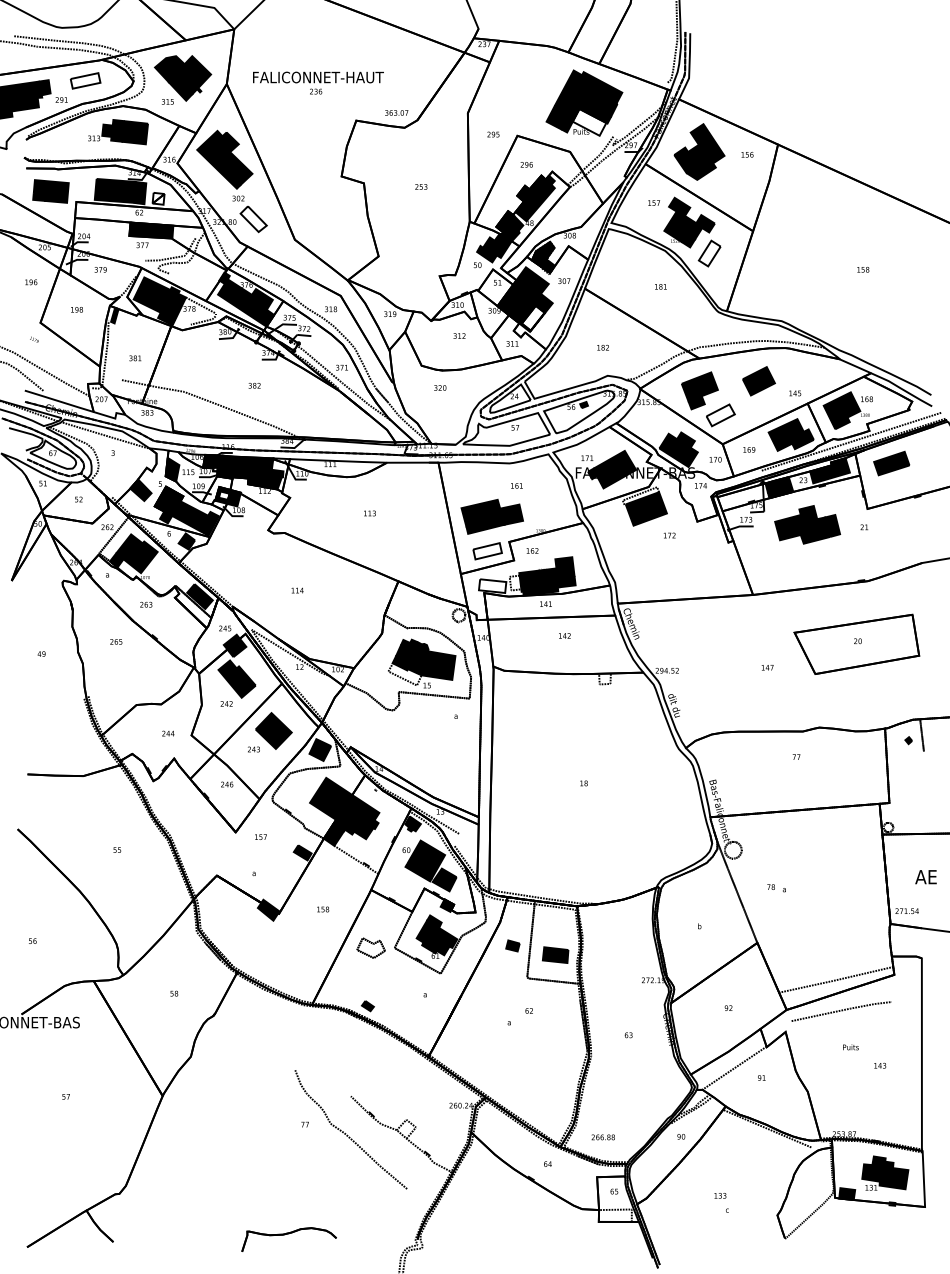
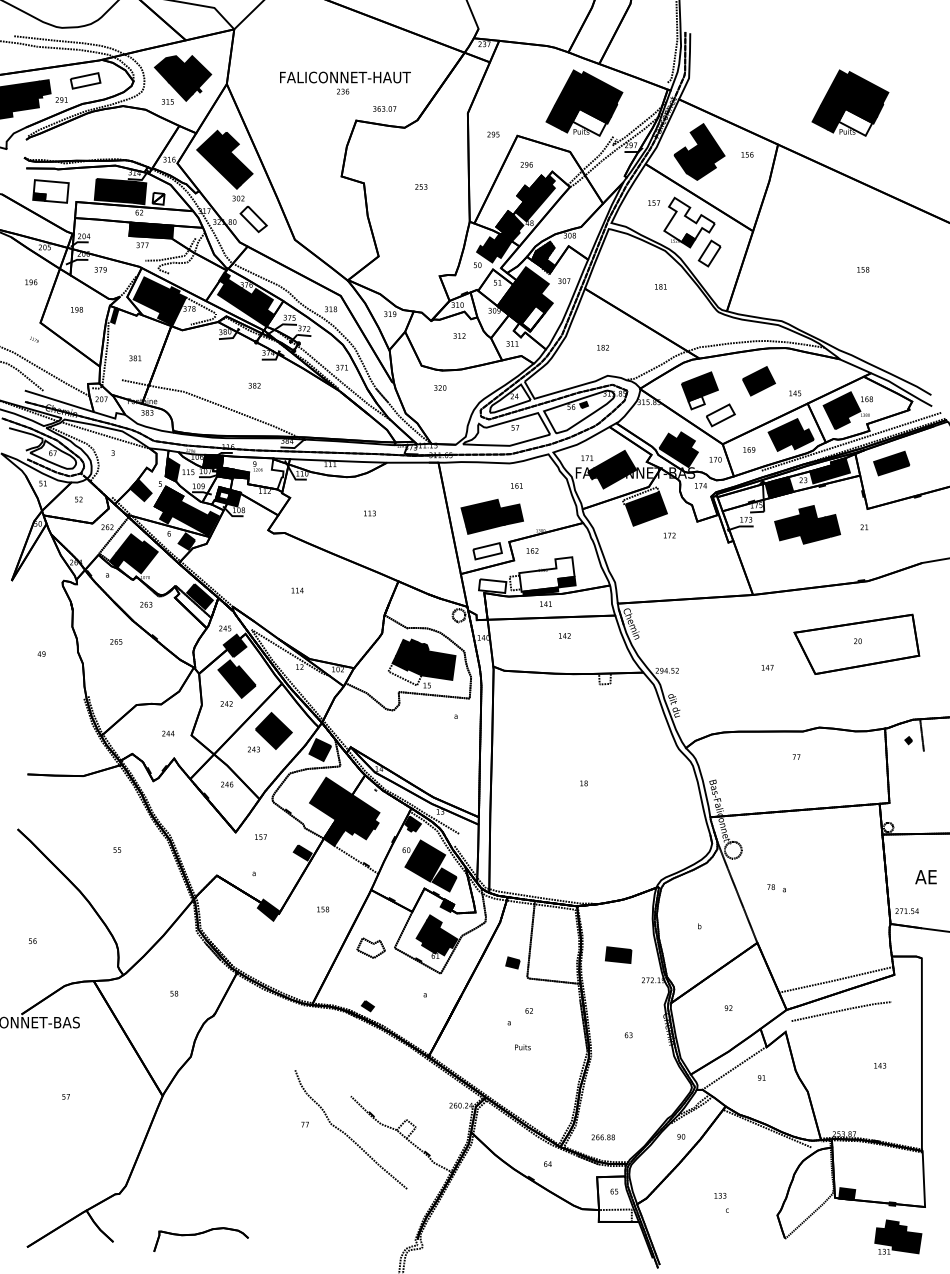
text at (318, 82) position: (318, 82) -> (345, 82)
part at (850, 102): none -> present
text at (396, 112) position: (396, 112) -> (384, 108)
part at (118, 132): present -> none
fill at (50, 191): present -> none
fill at (689, 219): present -> none
fill at (696, 402): present -> none
fill at (252, 472): present -> none
fill at (546, 574): present -> none
part at (512, 945) position: (512, 945) -> (512, 962)
part at (555, 954) position: (555, 954) -> (618, 954)
text at (850, 1047) position: (850, 1047) -> (522, 1047)
part at (885, 1172) position: (885, 1172) -> (898, 1236)
part at (288, 1239) position: (288, 1239) -> (200, 1239)
